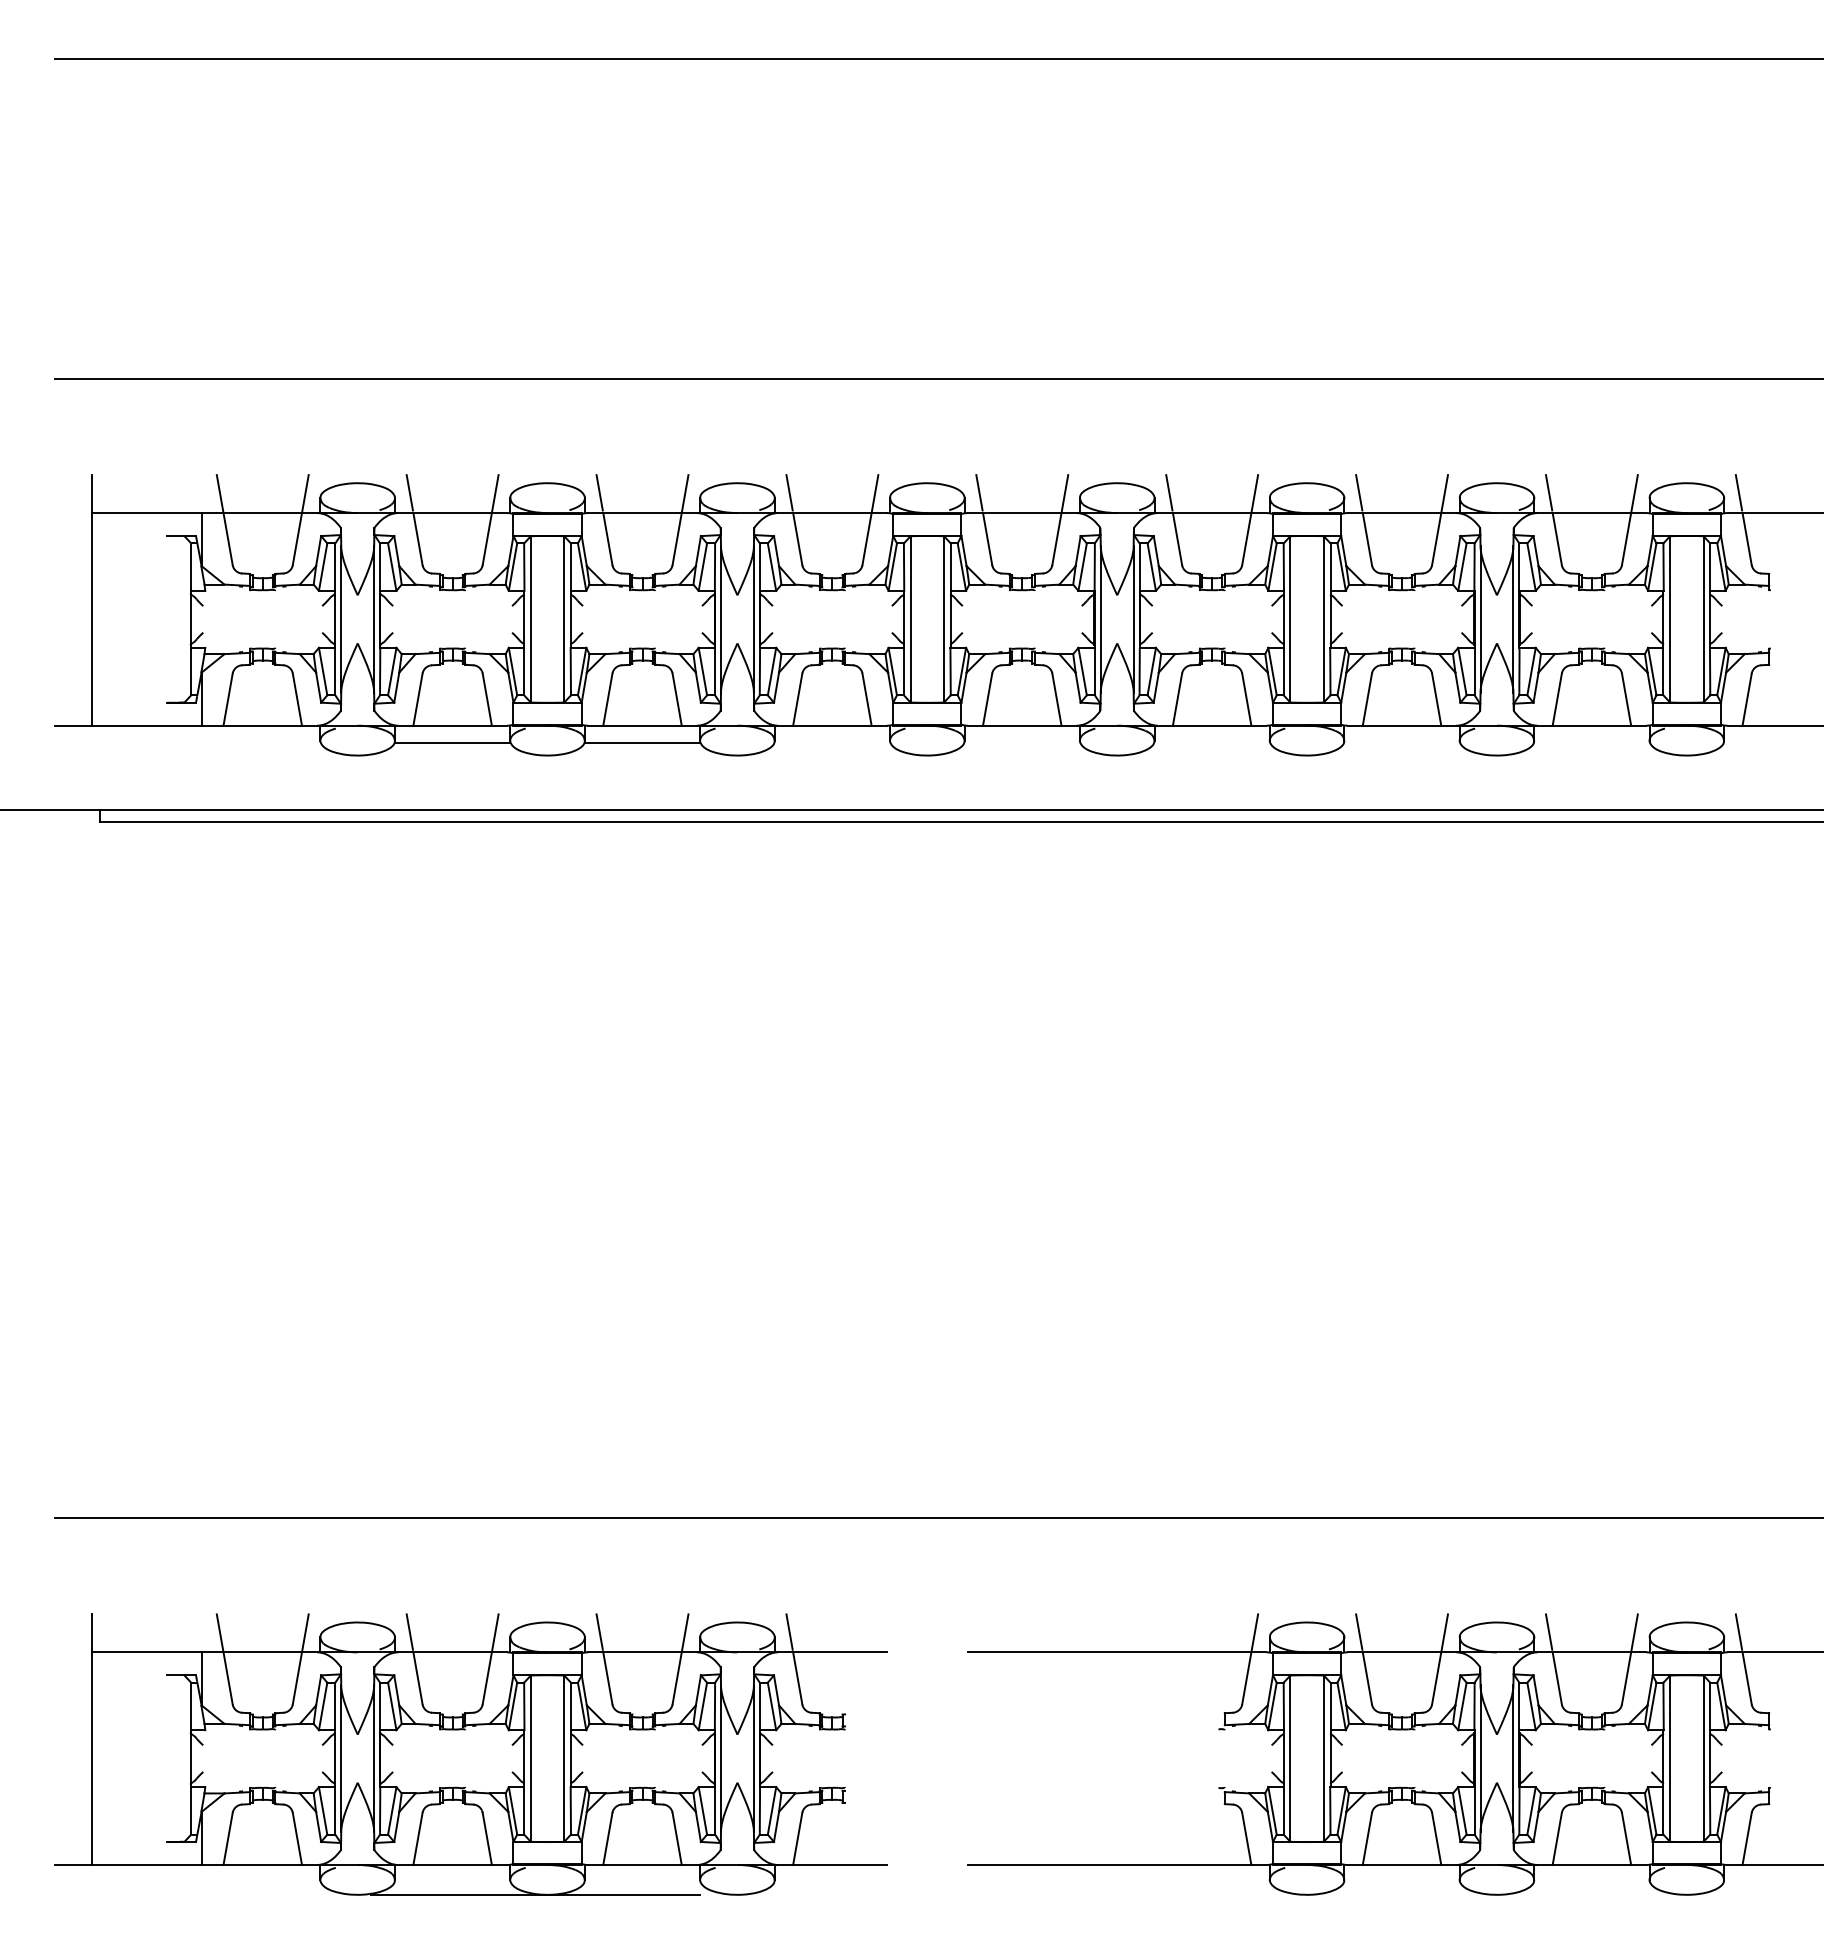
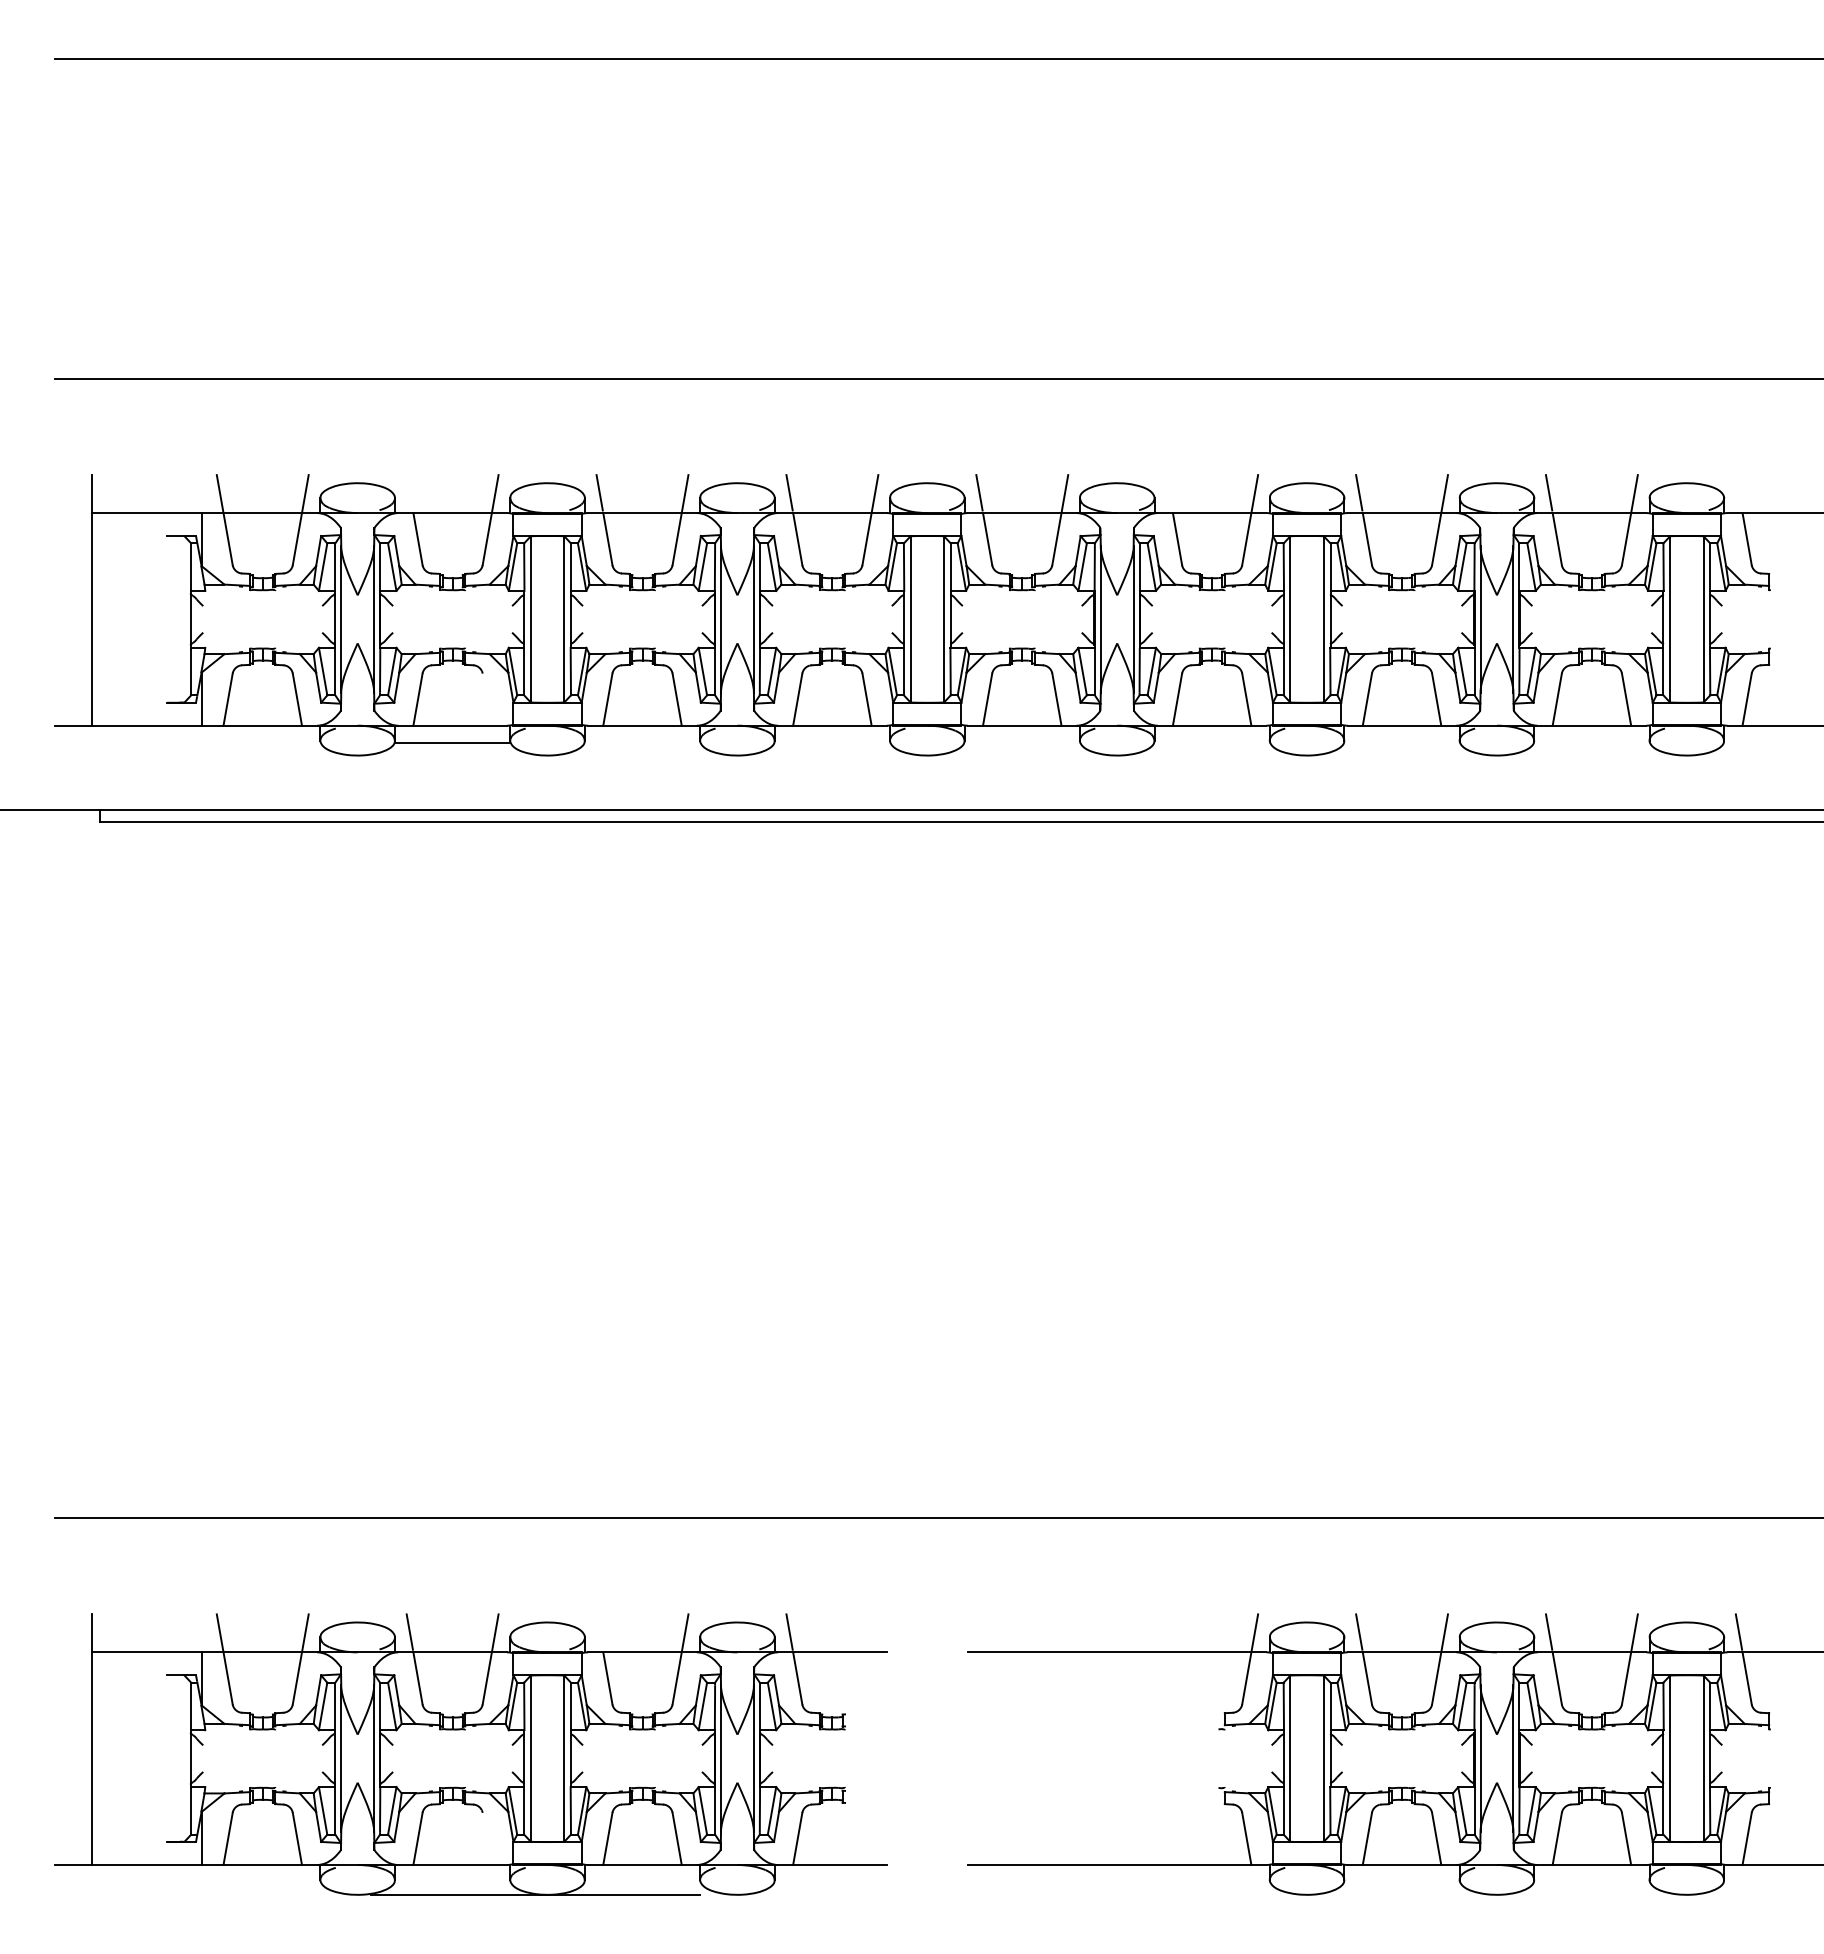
line at (409, 492): present -> none
line at (1169, 492): present -> none
line at (1738, 492): present -> none
line at (486, 699): present -> none
line at (642, 743): present -> none
line at (599, 1631): present -> none
line at (486, 1838): present -> none
